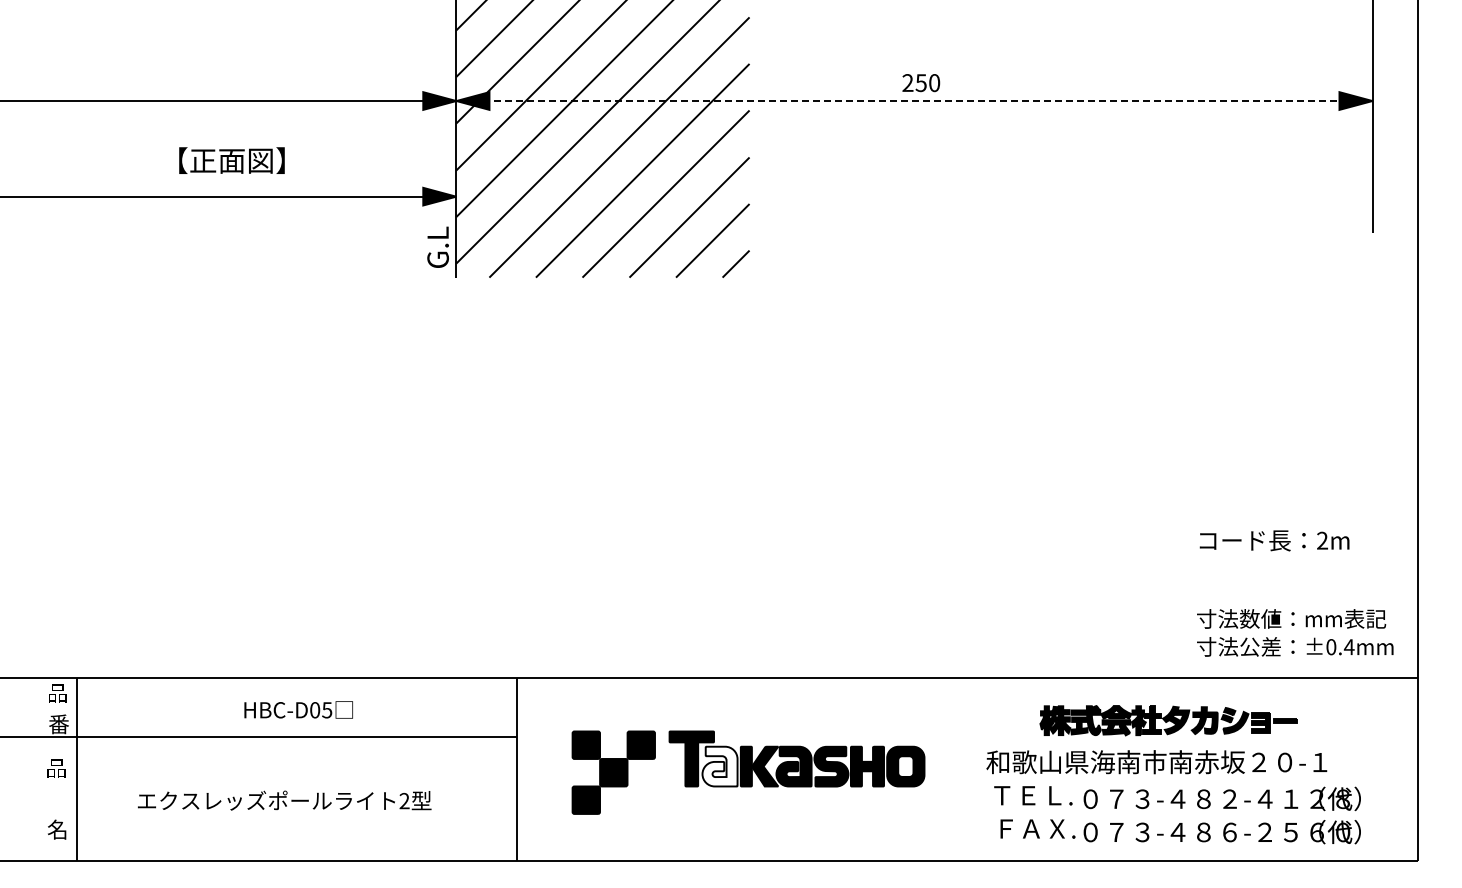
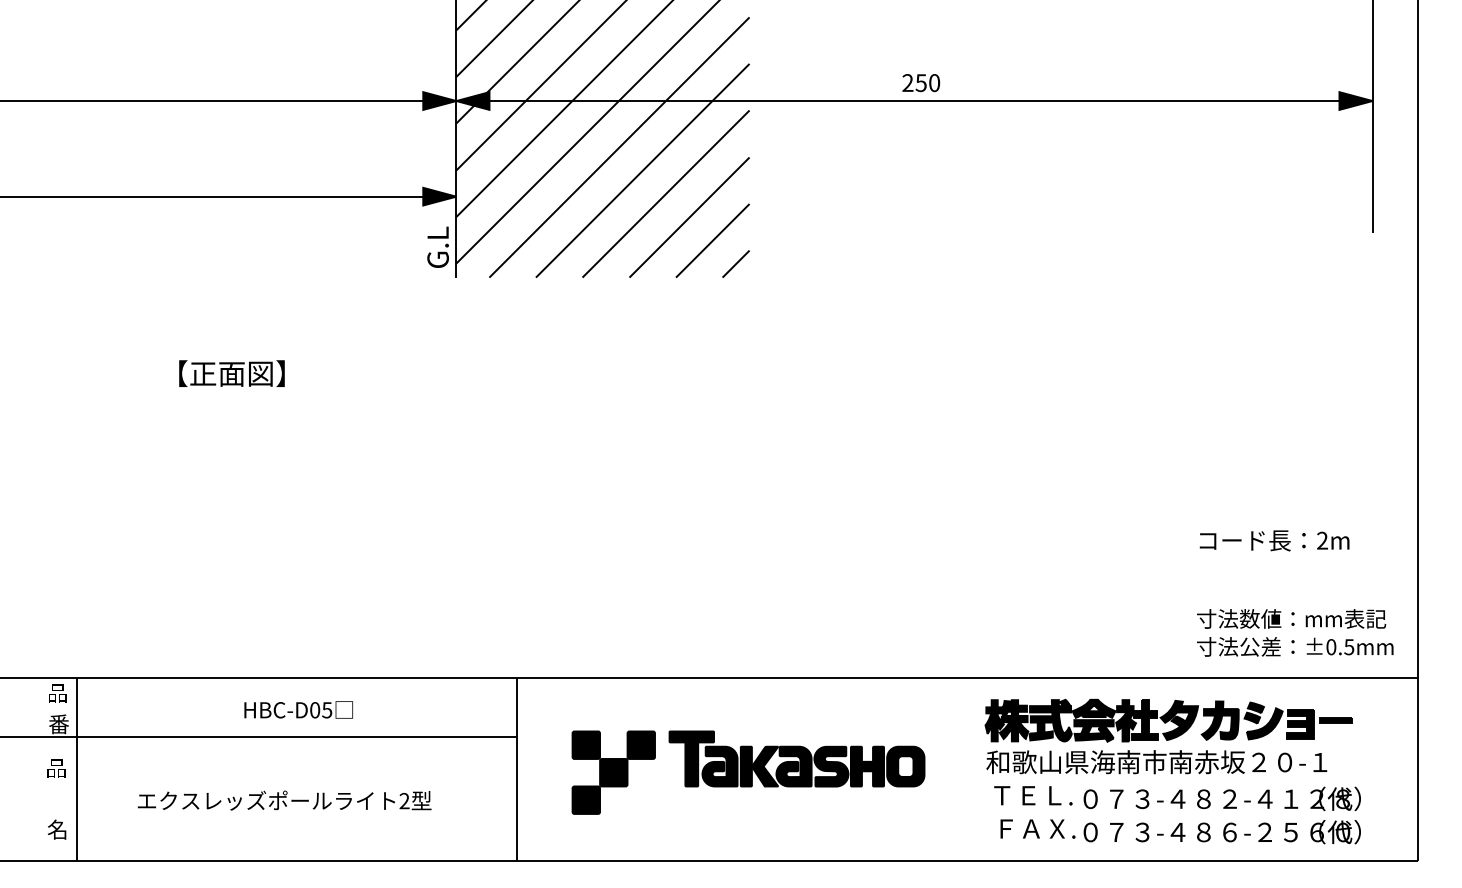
line at (914, 101): dashed -> solid
text at (231, 160) position: (231, 160) -> (231, 373)
text at (1348, 647): ±0.4mm -> ±0.5mm
part at (1168, 720) size: 259x32 px -> 369x45 px
fill at (719, 766): none -> present
